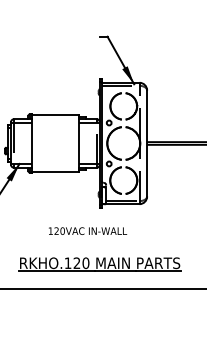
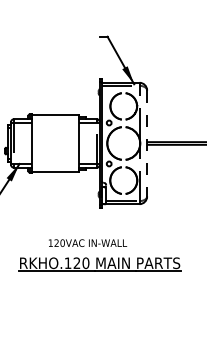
line at (147, 143): solid -> dashed
text at (88, 230) position: (88, 230) -> (88, 242)
line at (102, 288): present -> none
